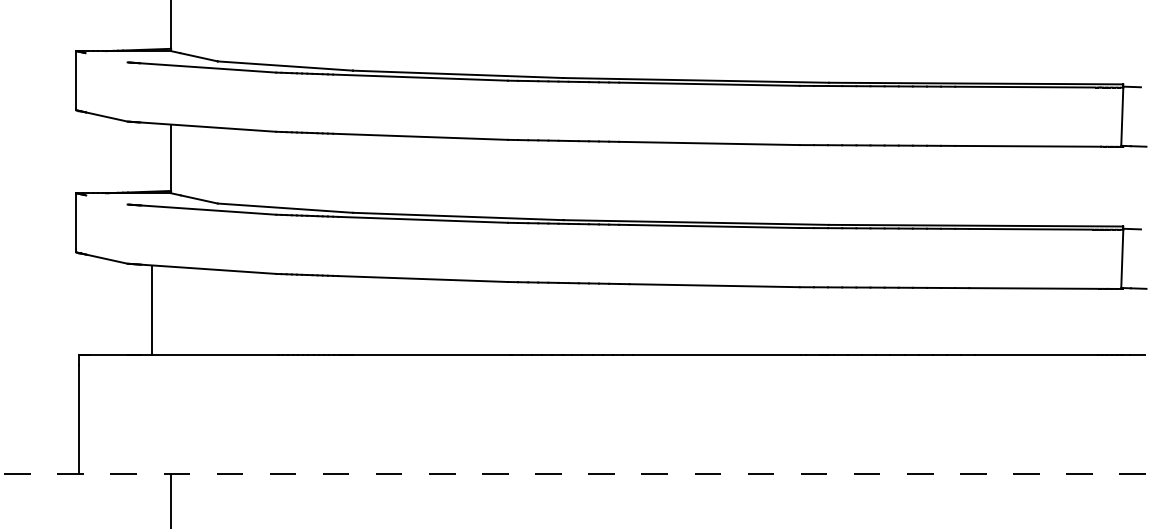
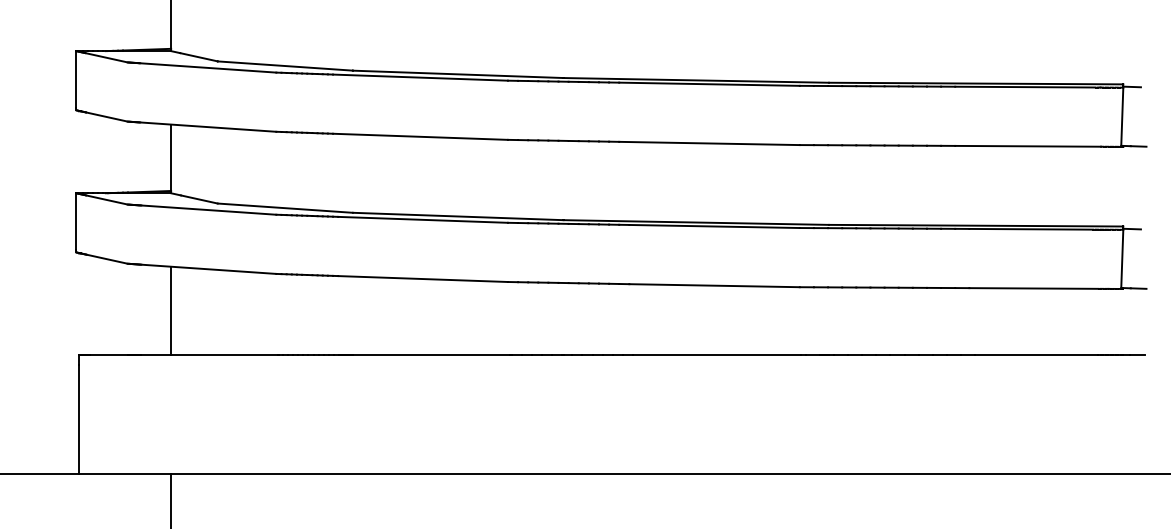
line at (106, 57): none -> present
line at (106, 199): none -> present
line at (152, 310) position: (152, 310) -> (171, 310)
line at (585, 473): dashed -> solid
